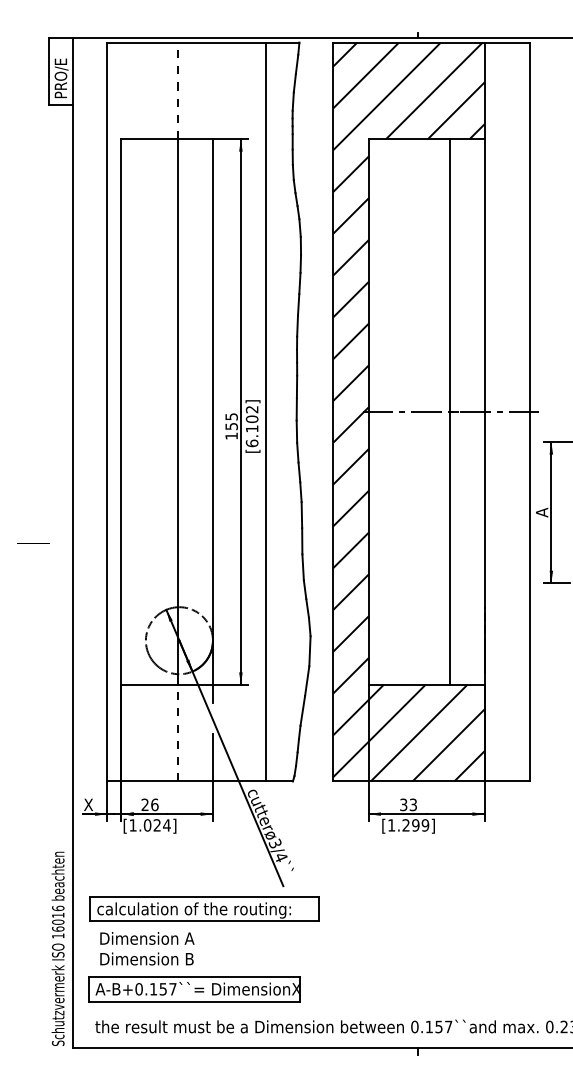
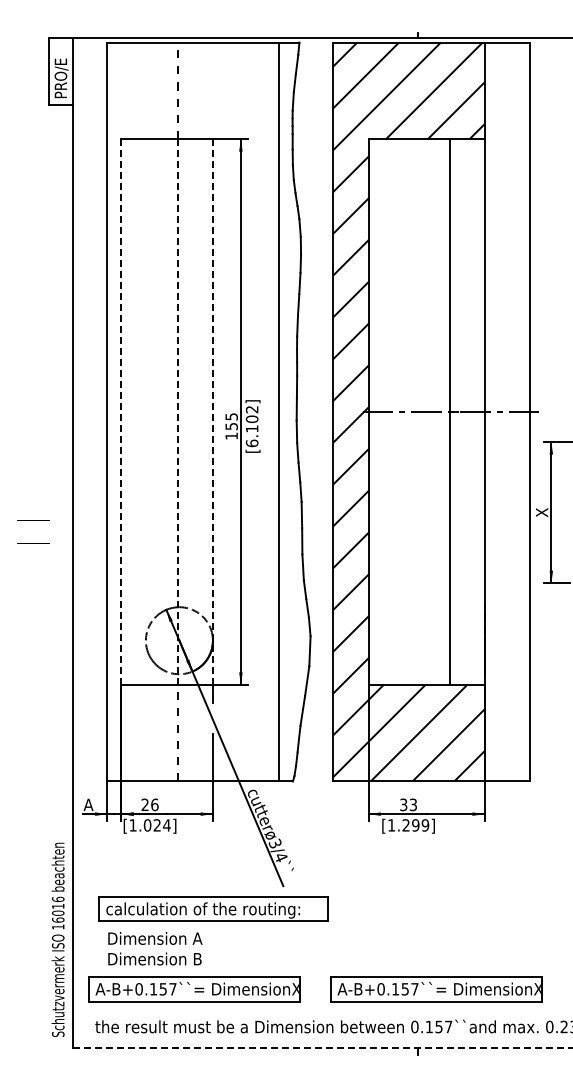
line at (265, 411) position: (265, 411) -> (278, 411)
line at (121, 412): solid -> dashed
line at (177, 412): solid -> dashed
line at (212, 412): solid -> dashed
text at (542, 512): A -> X
line at (33, 520): none -> present
text at (88, 804): X -> A
part at (204, 908) position: (204, 908) -> (213, 908)
text at (57, 948) position: (57, 948) -> (57, 939)
text at (147, 948) position: (147, 948) -> (155, 948)
part at (436, 989): none -> present
line at (323, 1048): solid -> dashed
